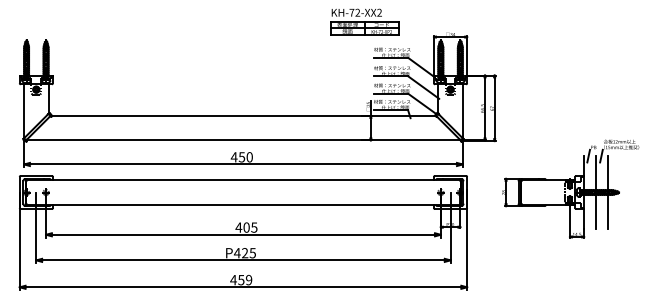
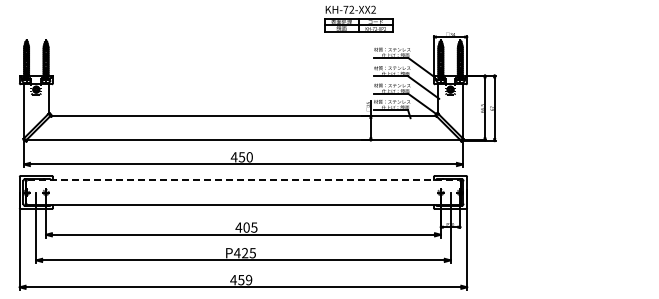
part at (364, 21) position: (364, 21) -> (358, 18)
line at (243, 180): solid -> dashed
part at (570, 188): present -> none
